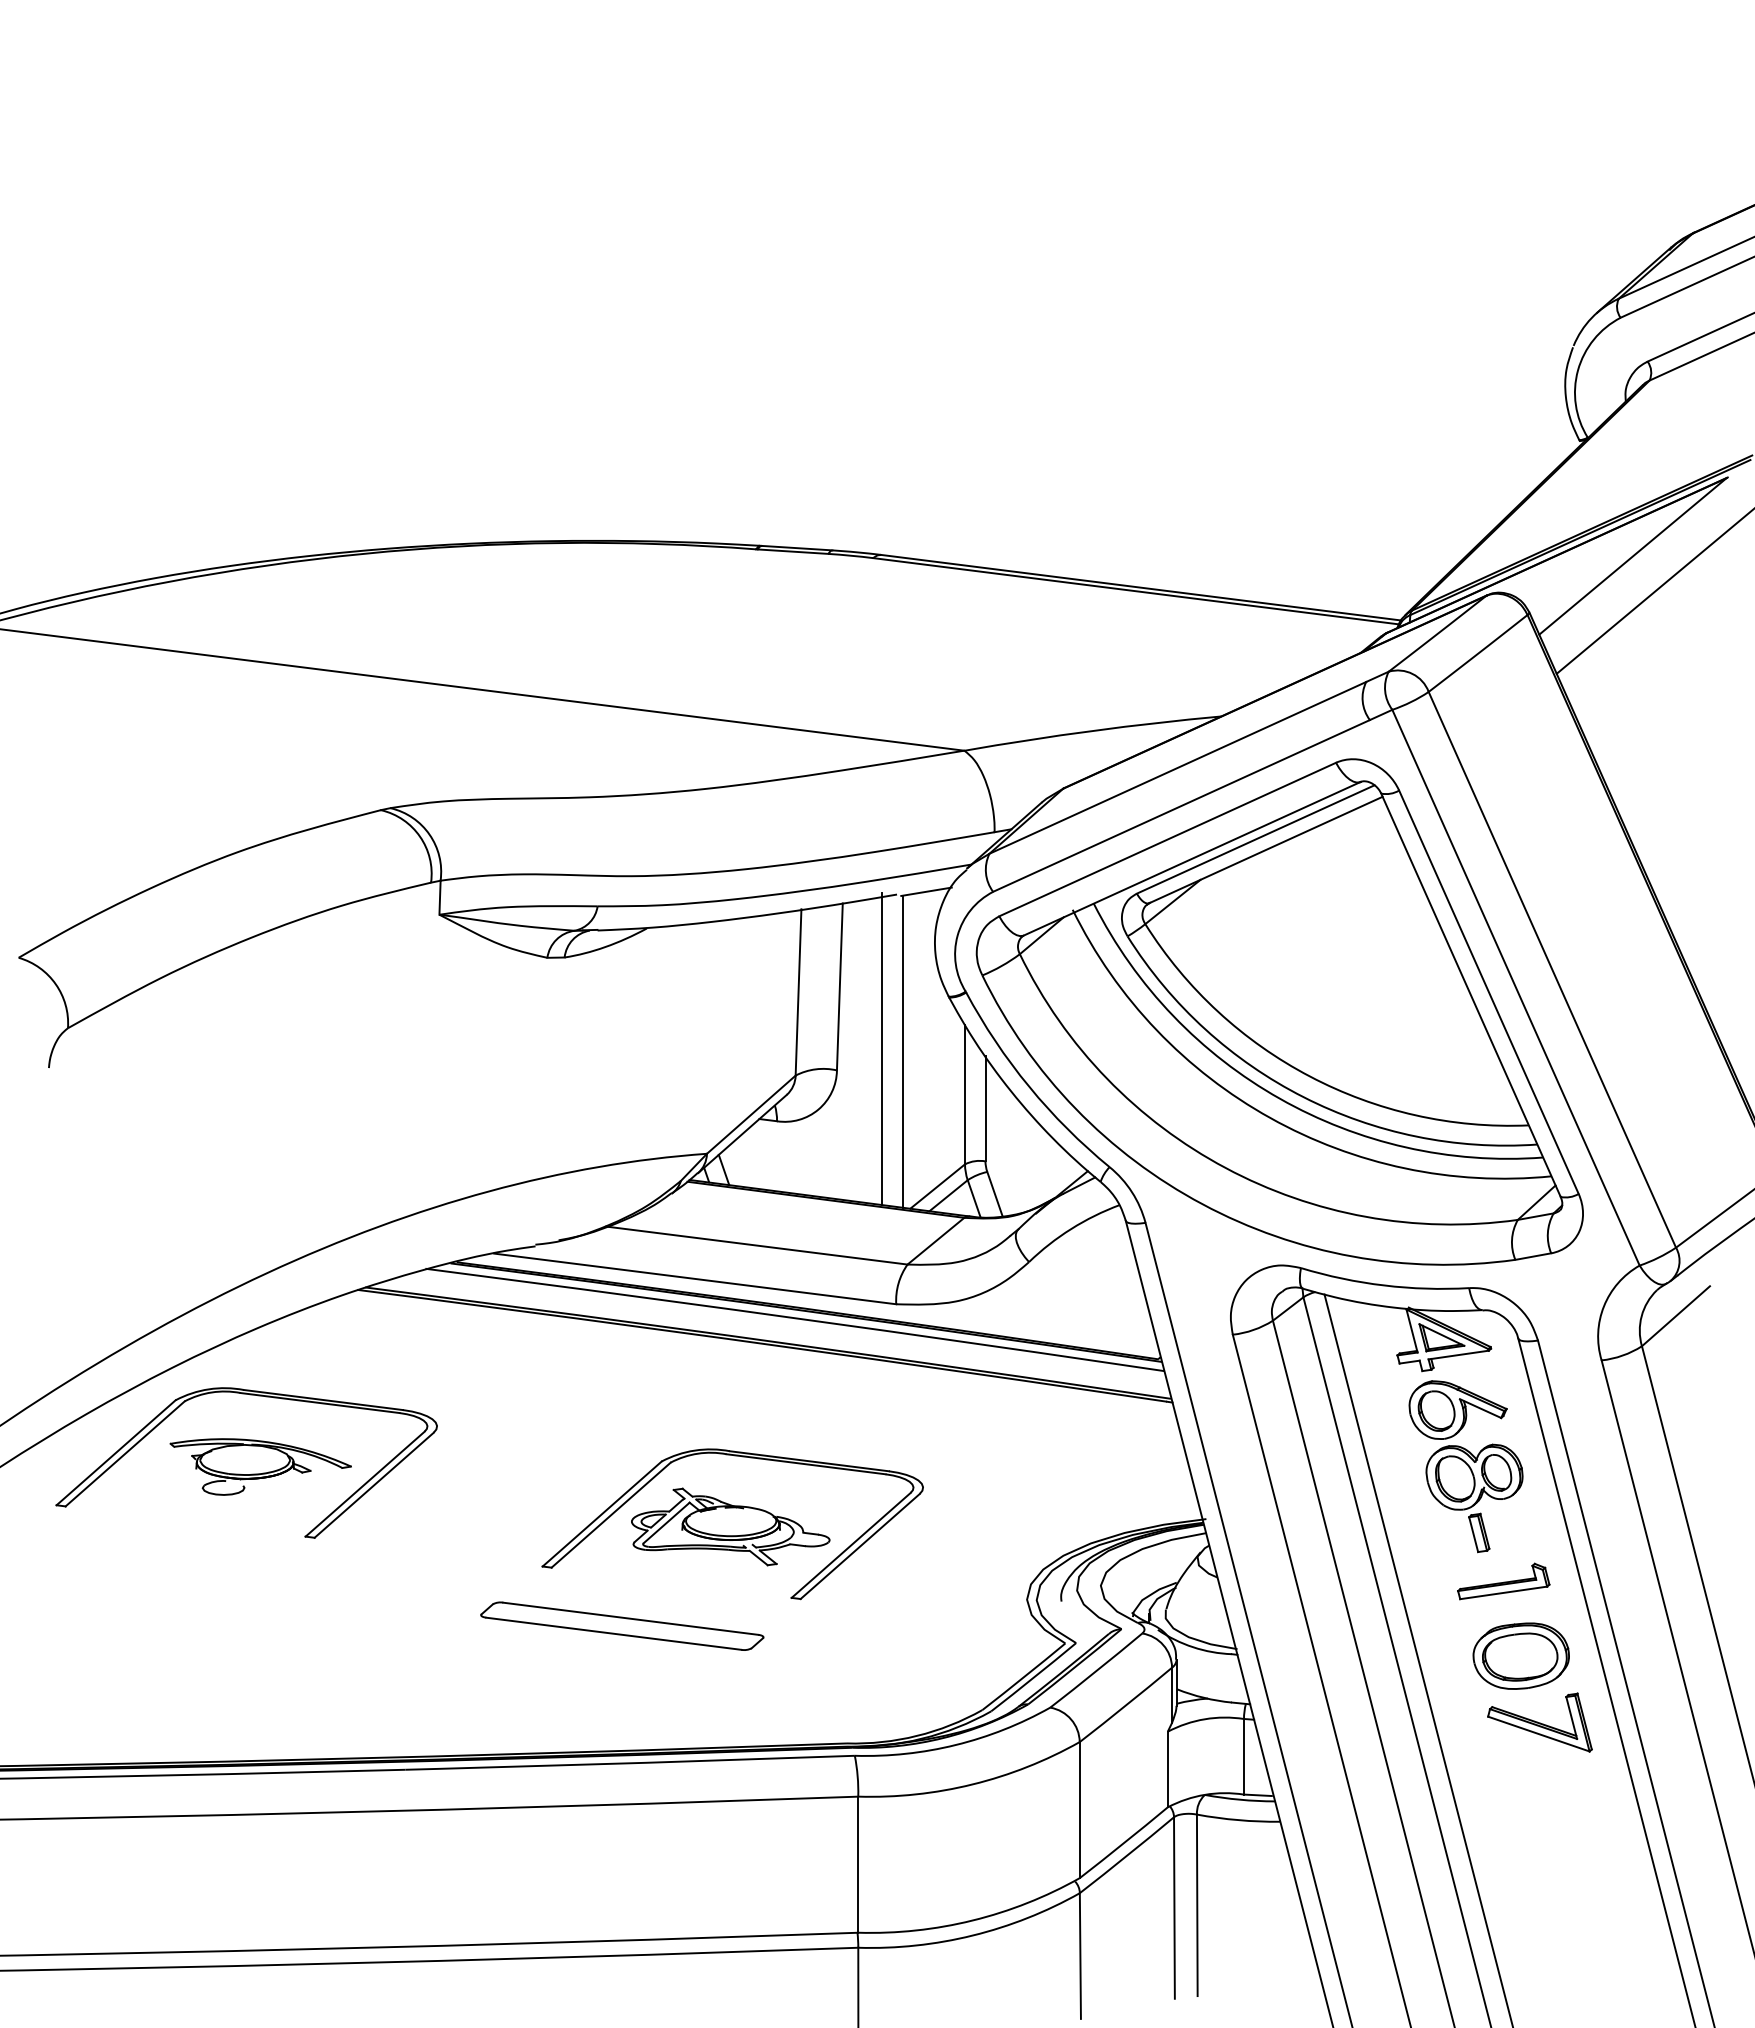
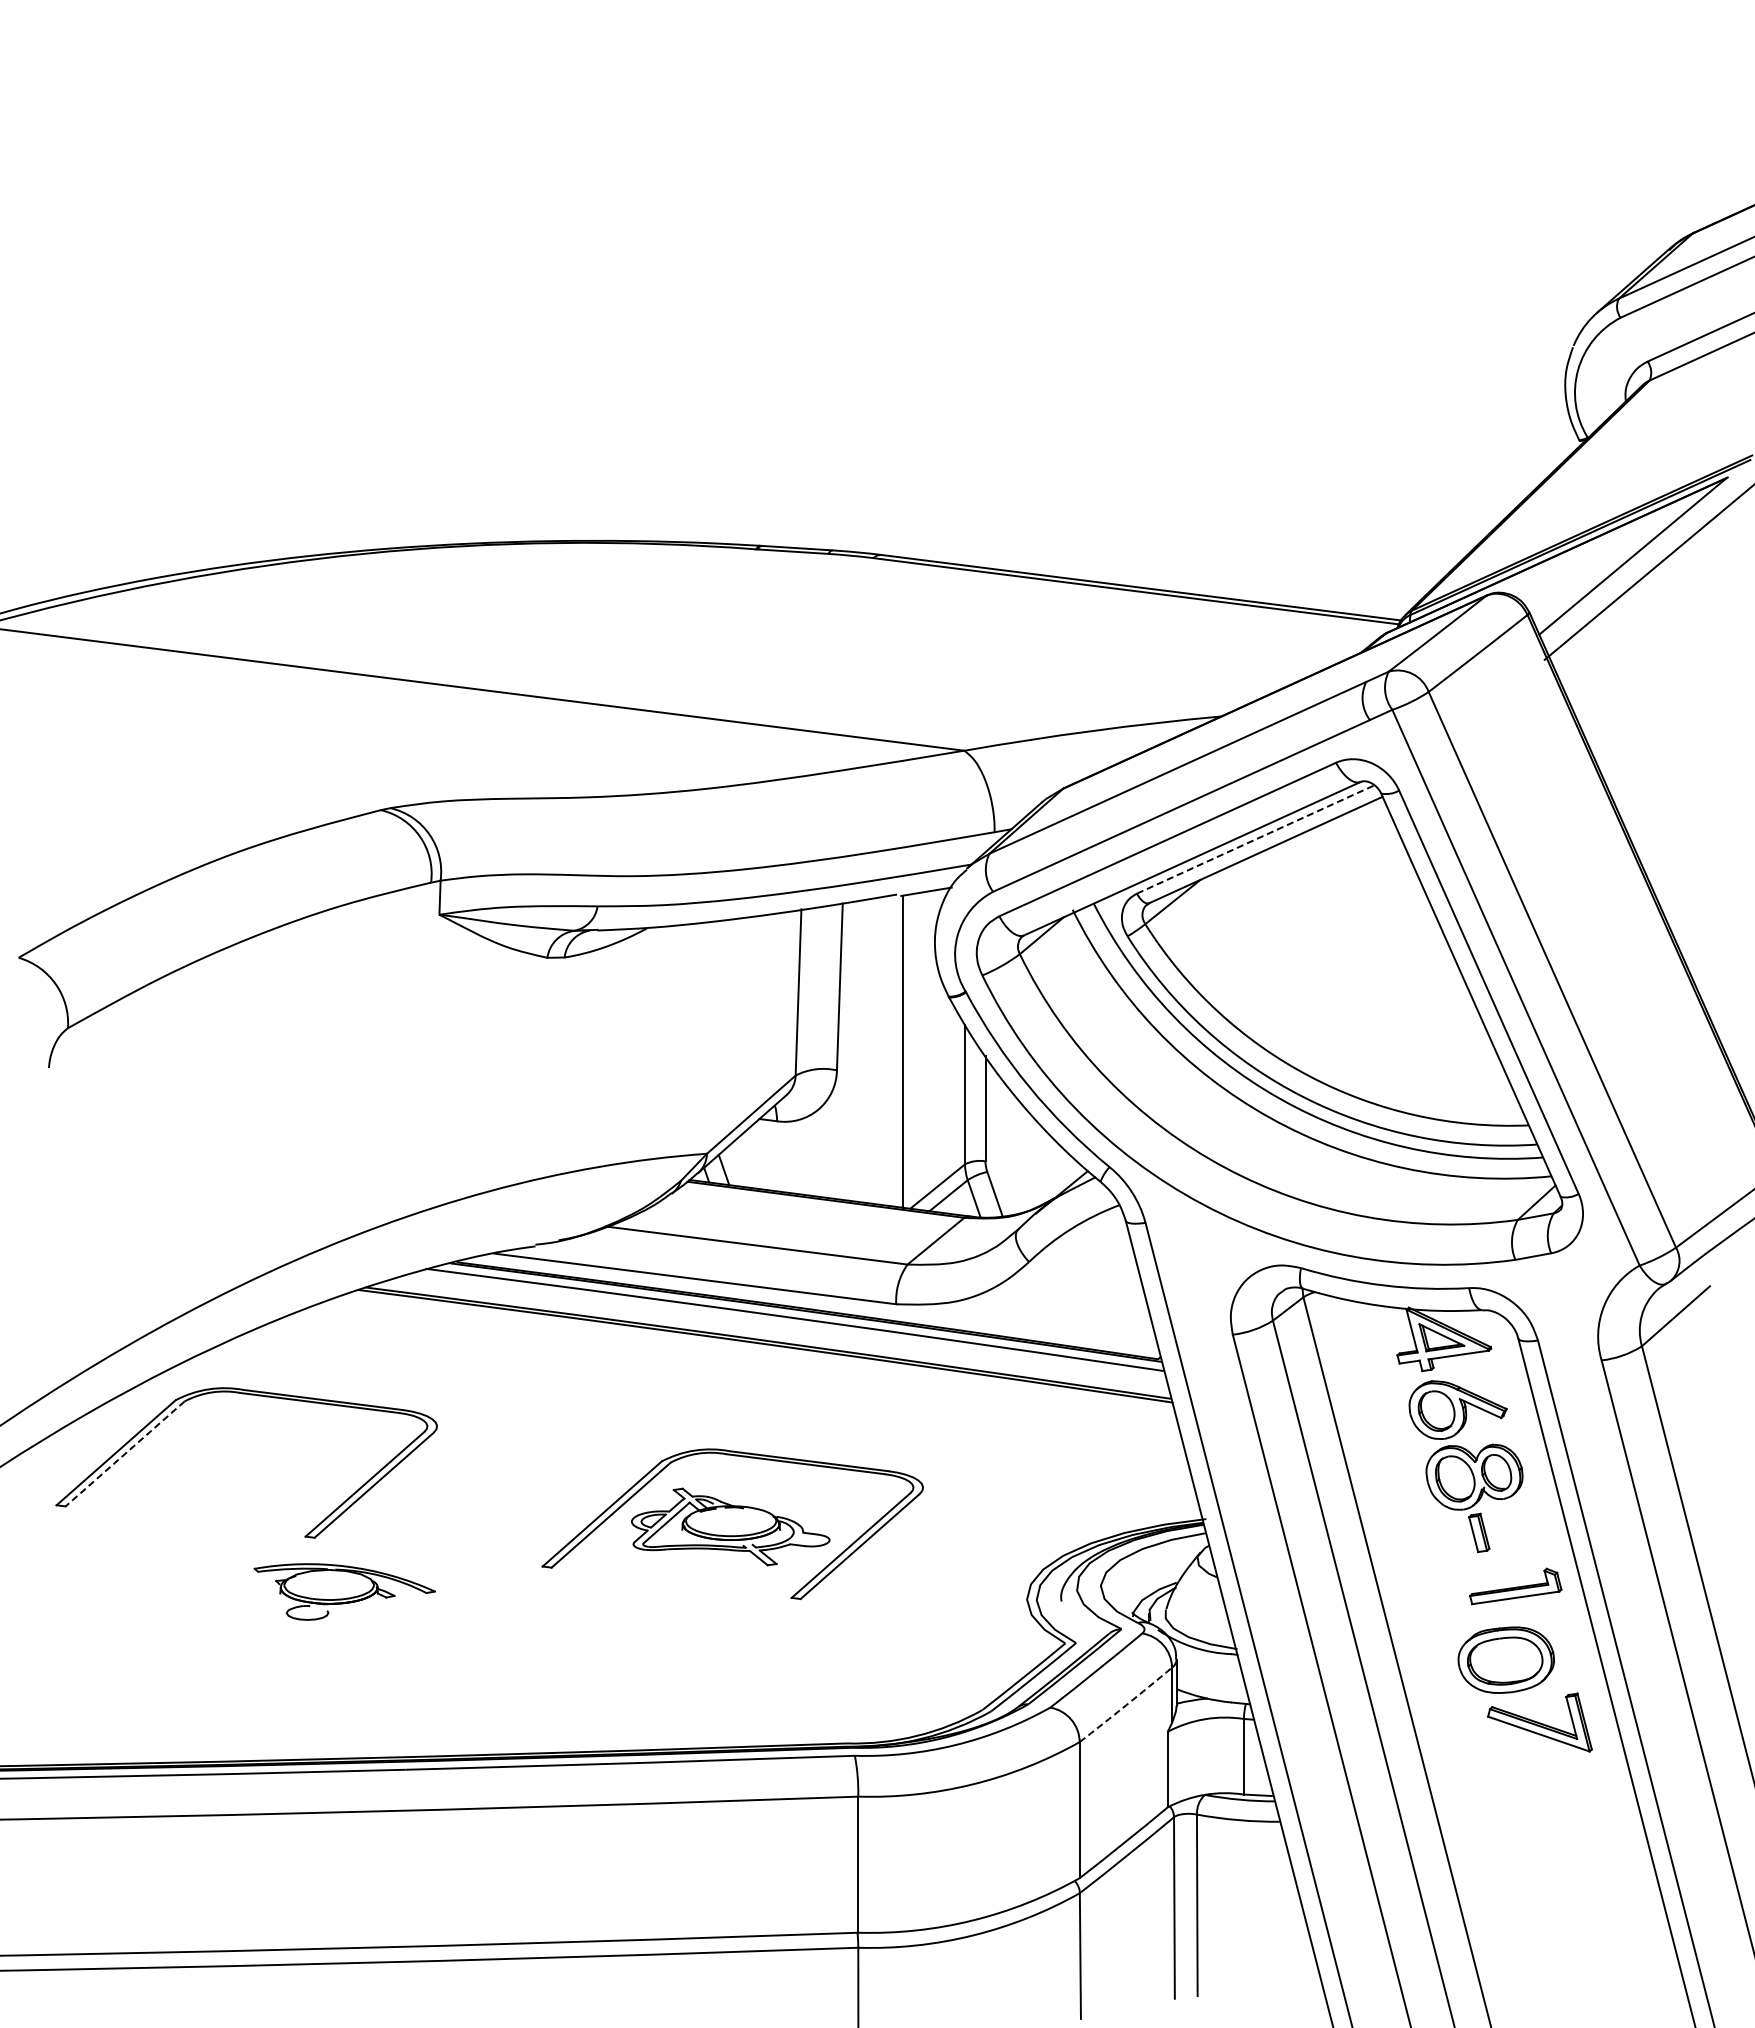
line at (1653, 591) position: (1653, 591) -> (1647, 573)
line at (1255, 839): solid -> dashed
line at (882, 1049): present -> none
line at (124, 1454): solid -> dashed
part at (260, 1466) position: (260, 1466) -> (344, 1591)
part at (1503, 1581) position: (1503, 1581) -> (1515, 1586)
part at (622, 1625): present -> none
part at (1520, 1655) position: (1520, 1655) -> (1505, 1659)
line at (1418, 1659): present -> none
arc at (1126, 1705): solid -> dashed
